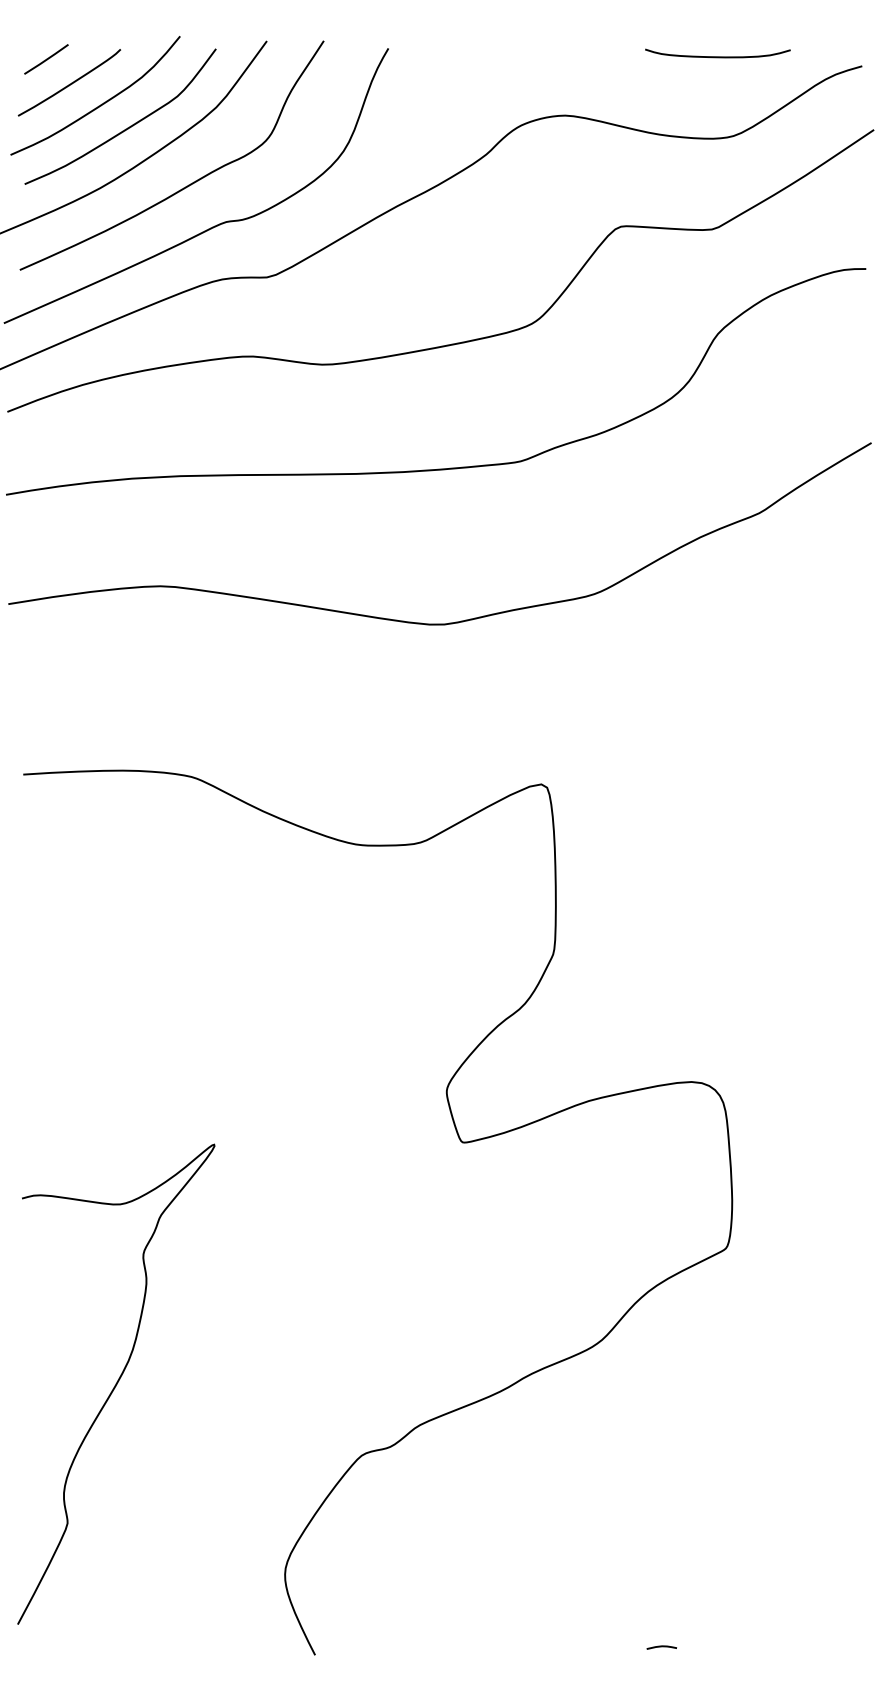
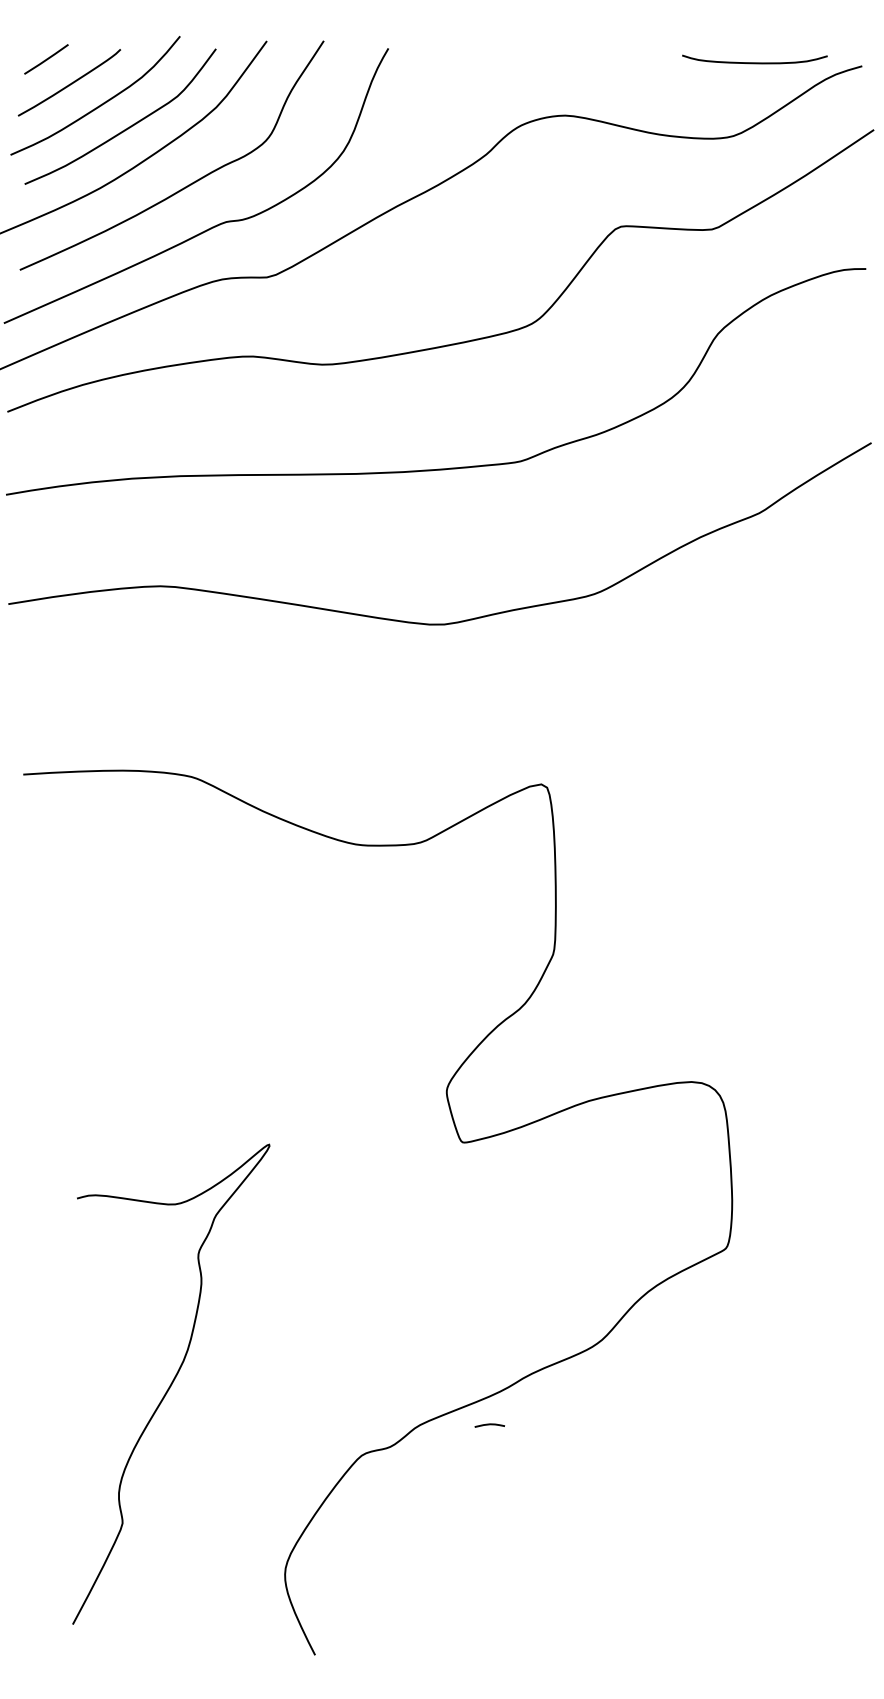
curve at (717, 56) position: (717, 56) -> (754, 62)
curve at (116, 1383) position: (116, 1383) -> (171, 1383)
curve at (661, 1647) position: (661, 1647) -> (489, 1425)
